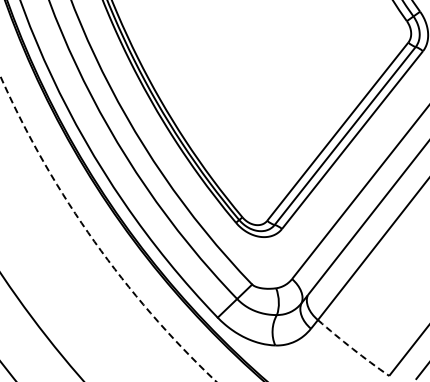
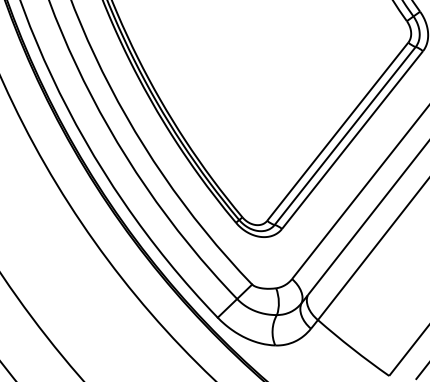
circle at (108, 228): dashed -> solid
arc at (352, 348): dashed -> solid
